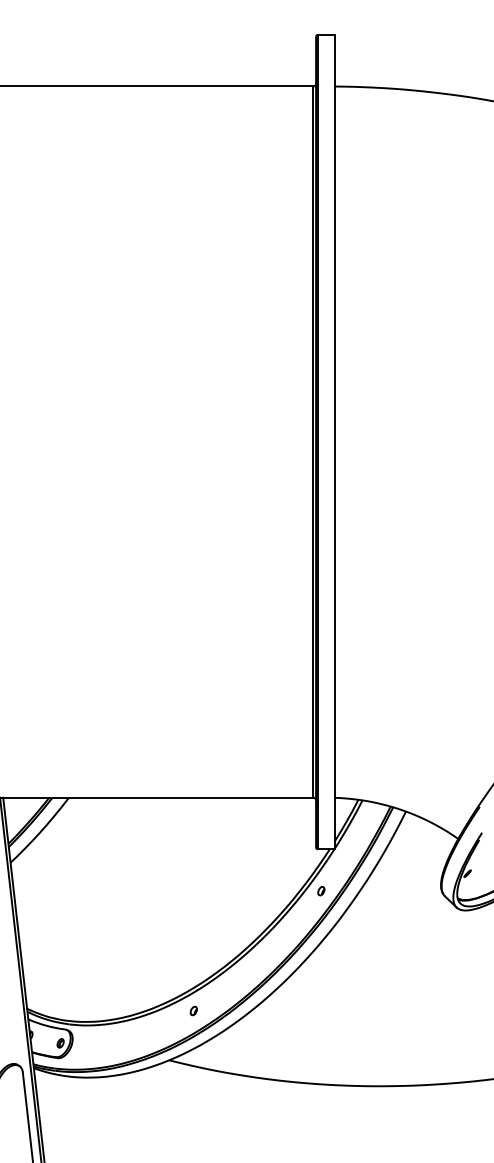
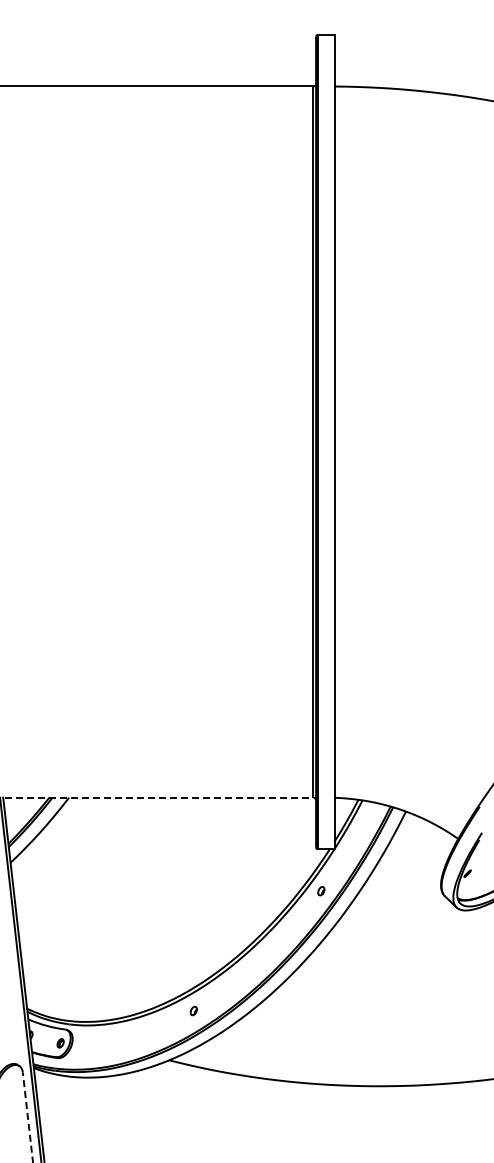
line at (157, 797): solid -> dashed
line at (27, 1117): solid -> dashed
